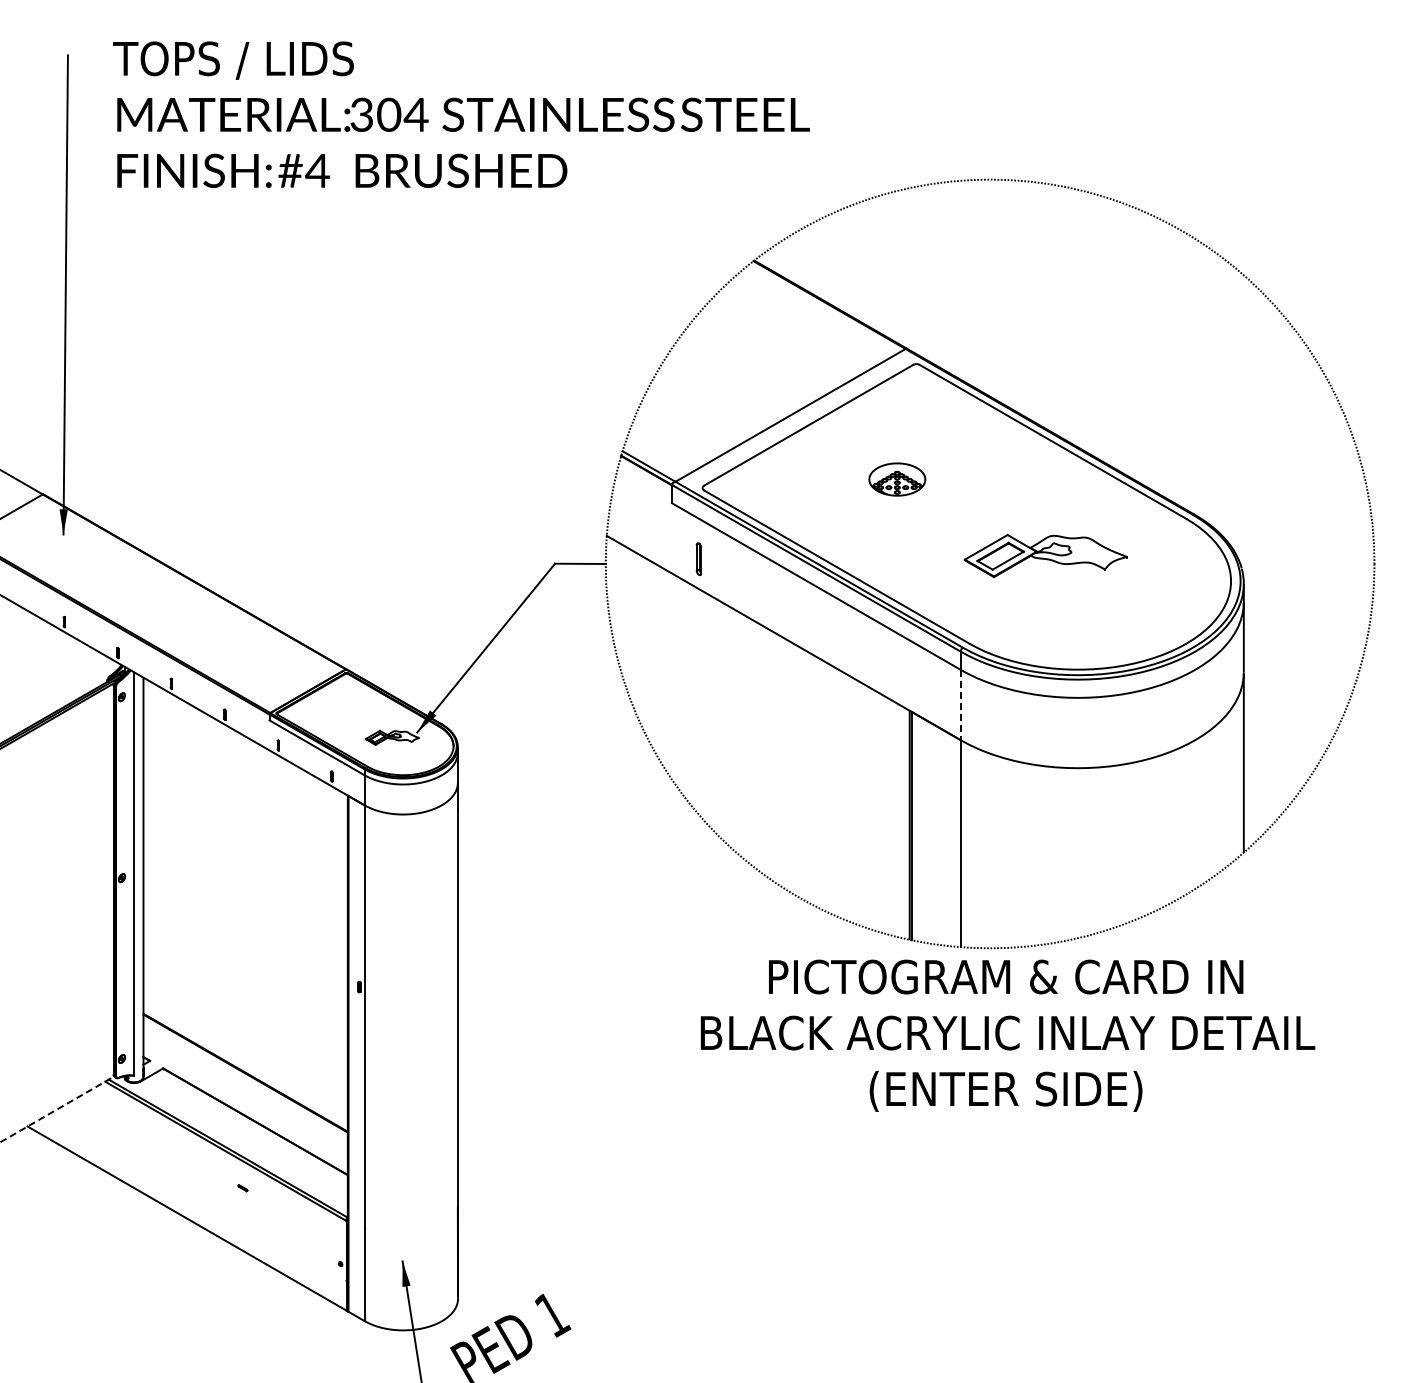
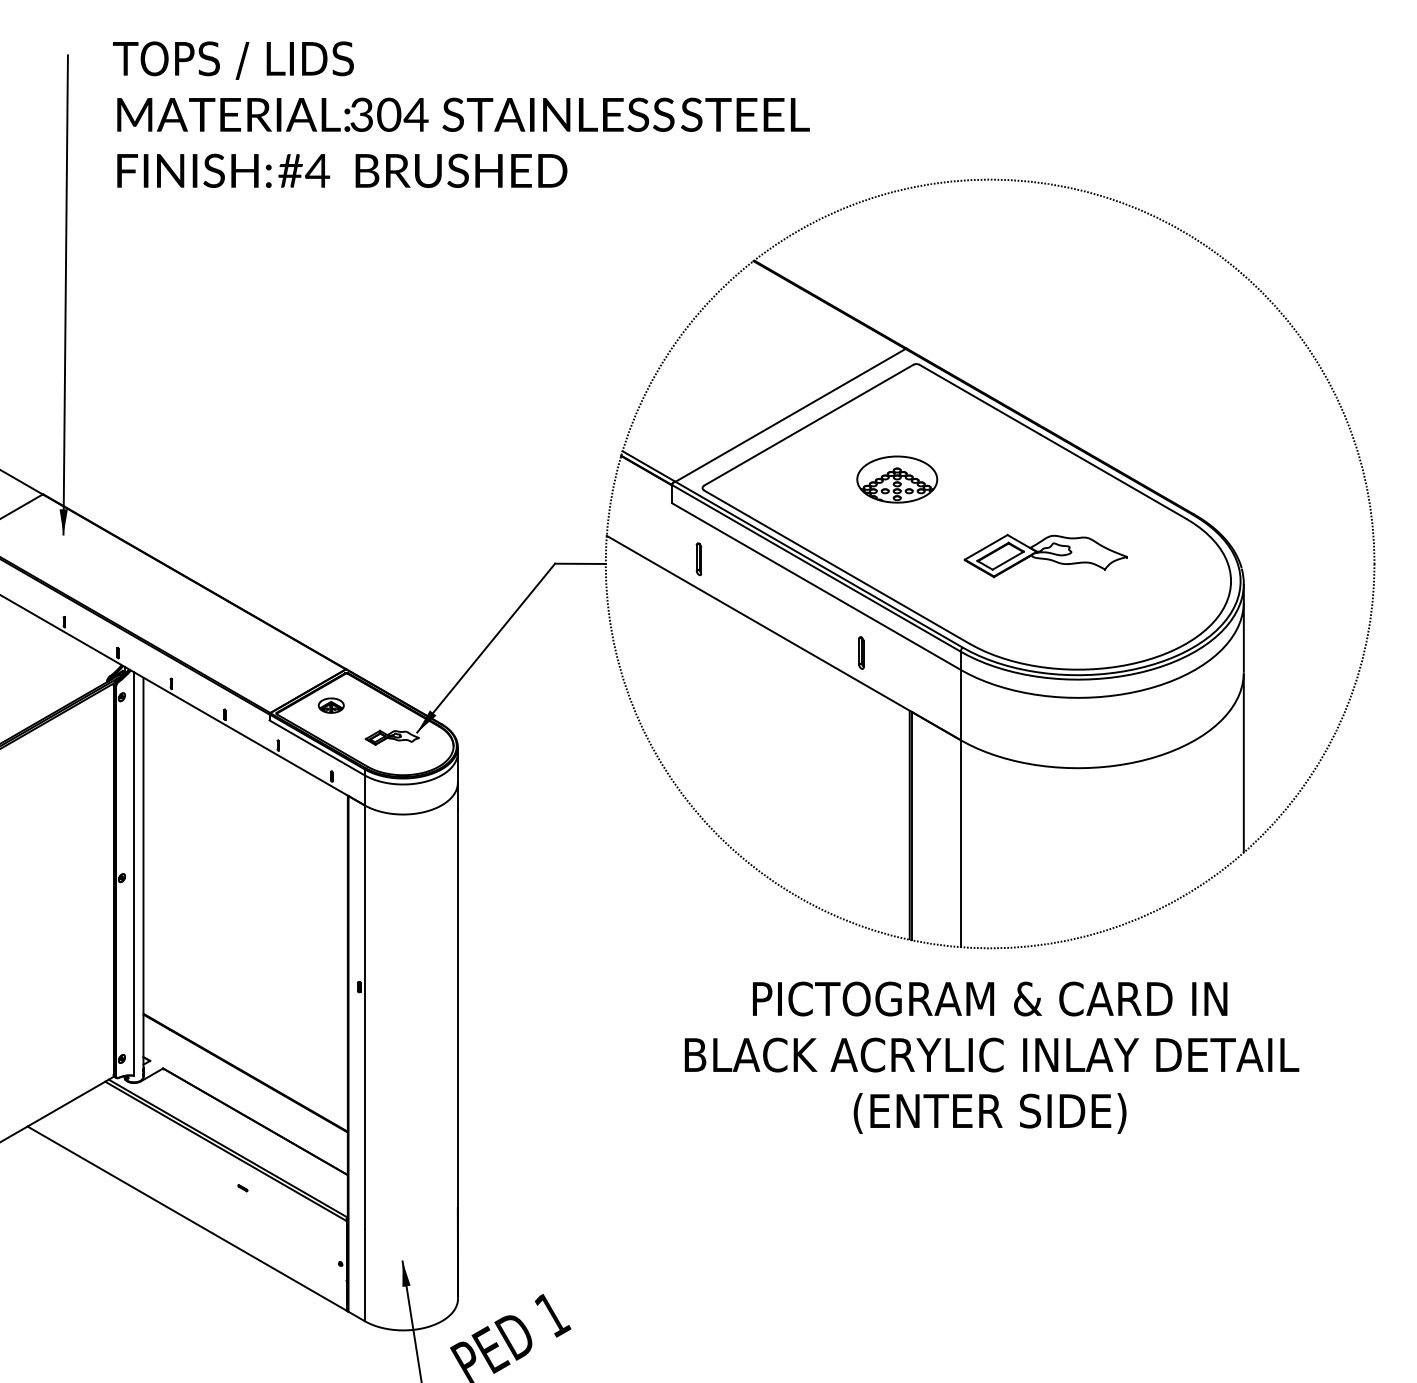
part at (897, 479) size: 59x35 px -> 83x49 px
part at (861, 652): none -> present
part at (330, 705): none -> present
line at (960, 705): dashed -> solid
text at (1007, 1035) position: (1007, 1035) -> (991, 1057)
line at (57, 1109): dashed -> solid
